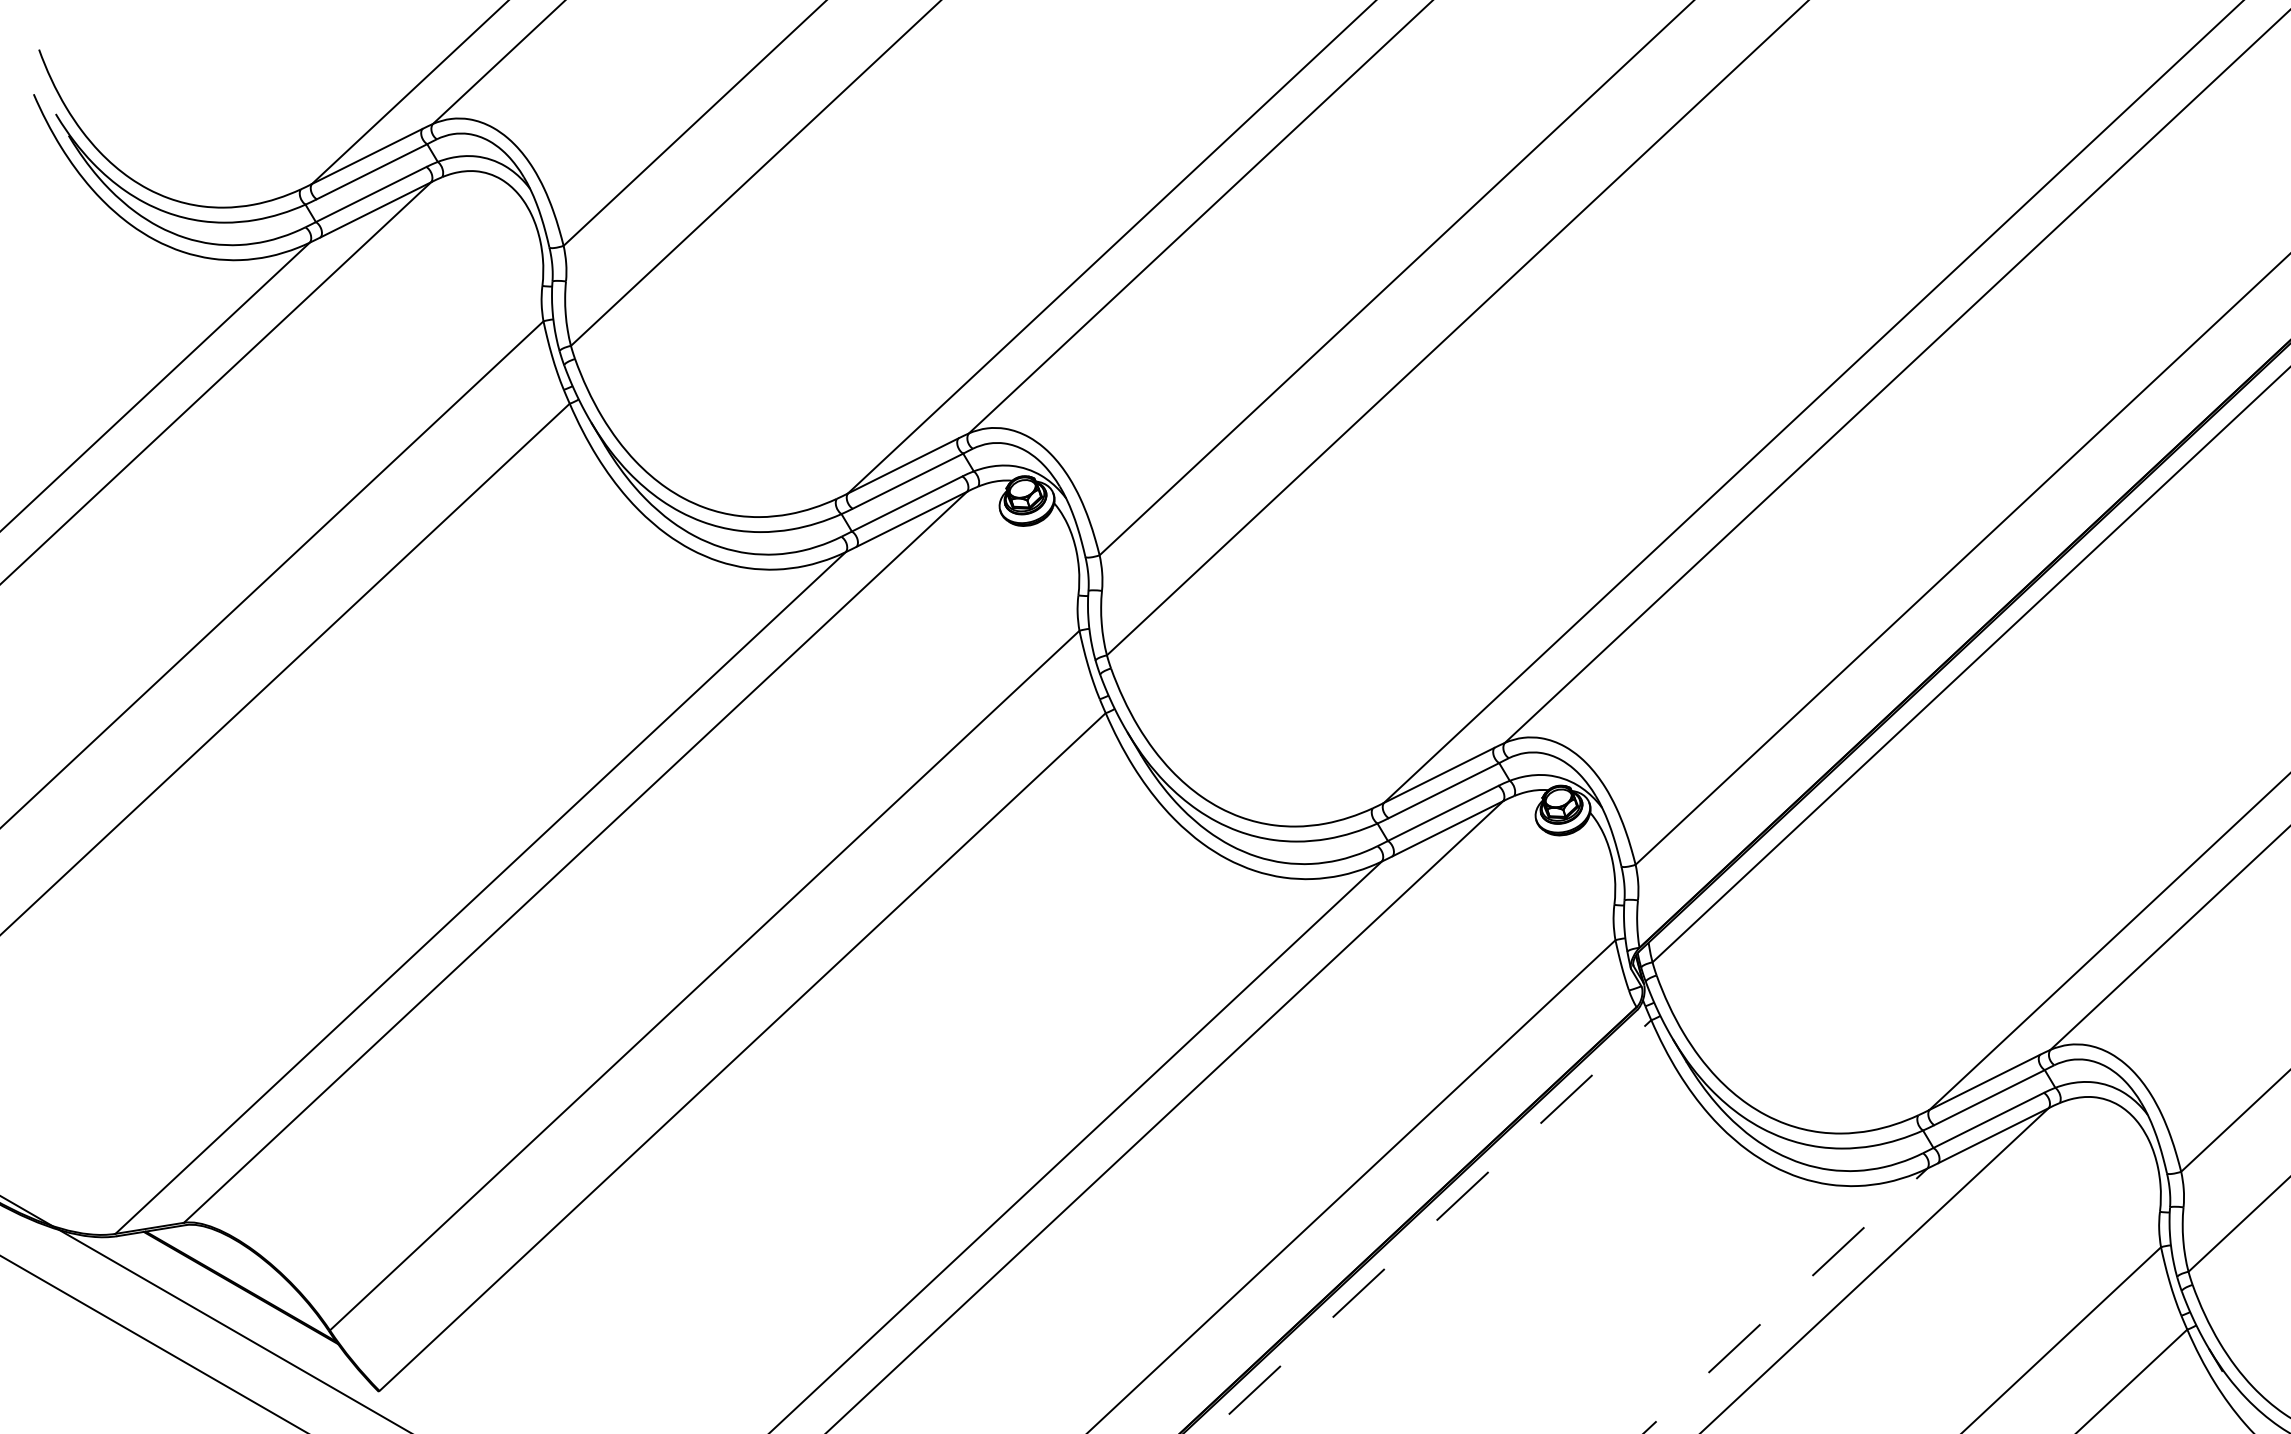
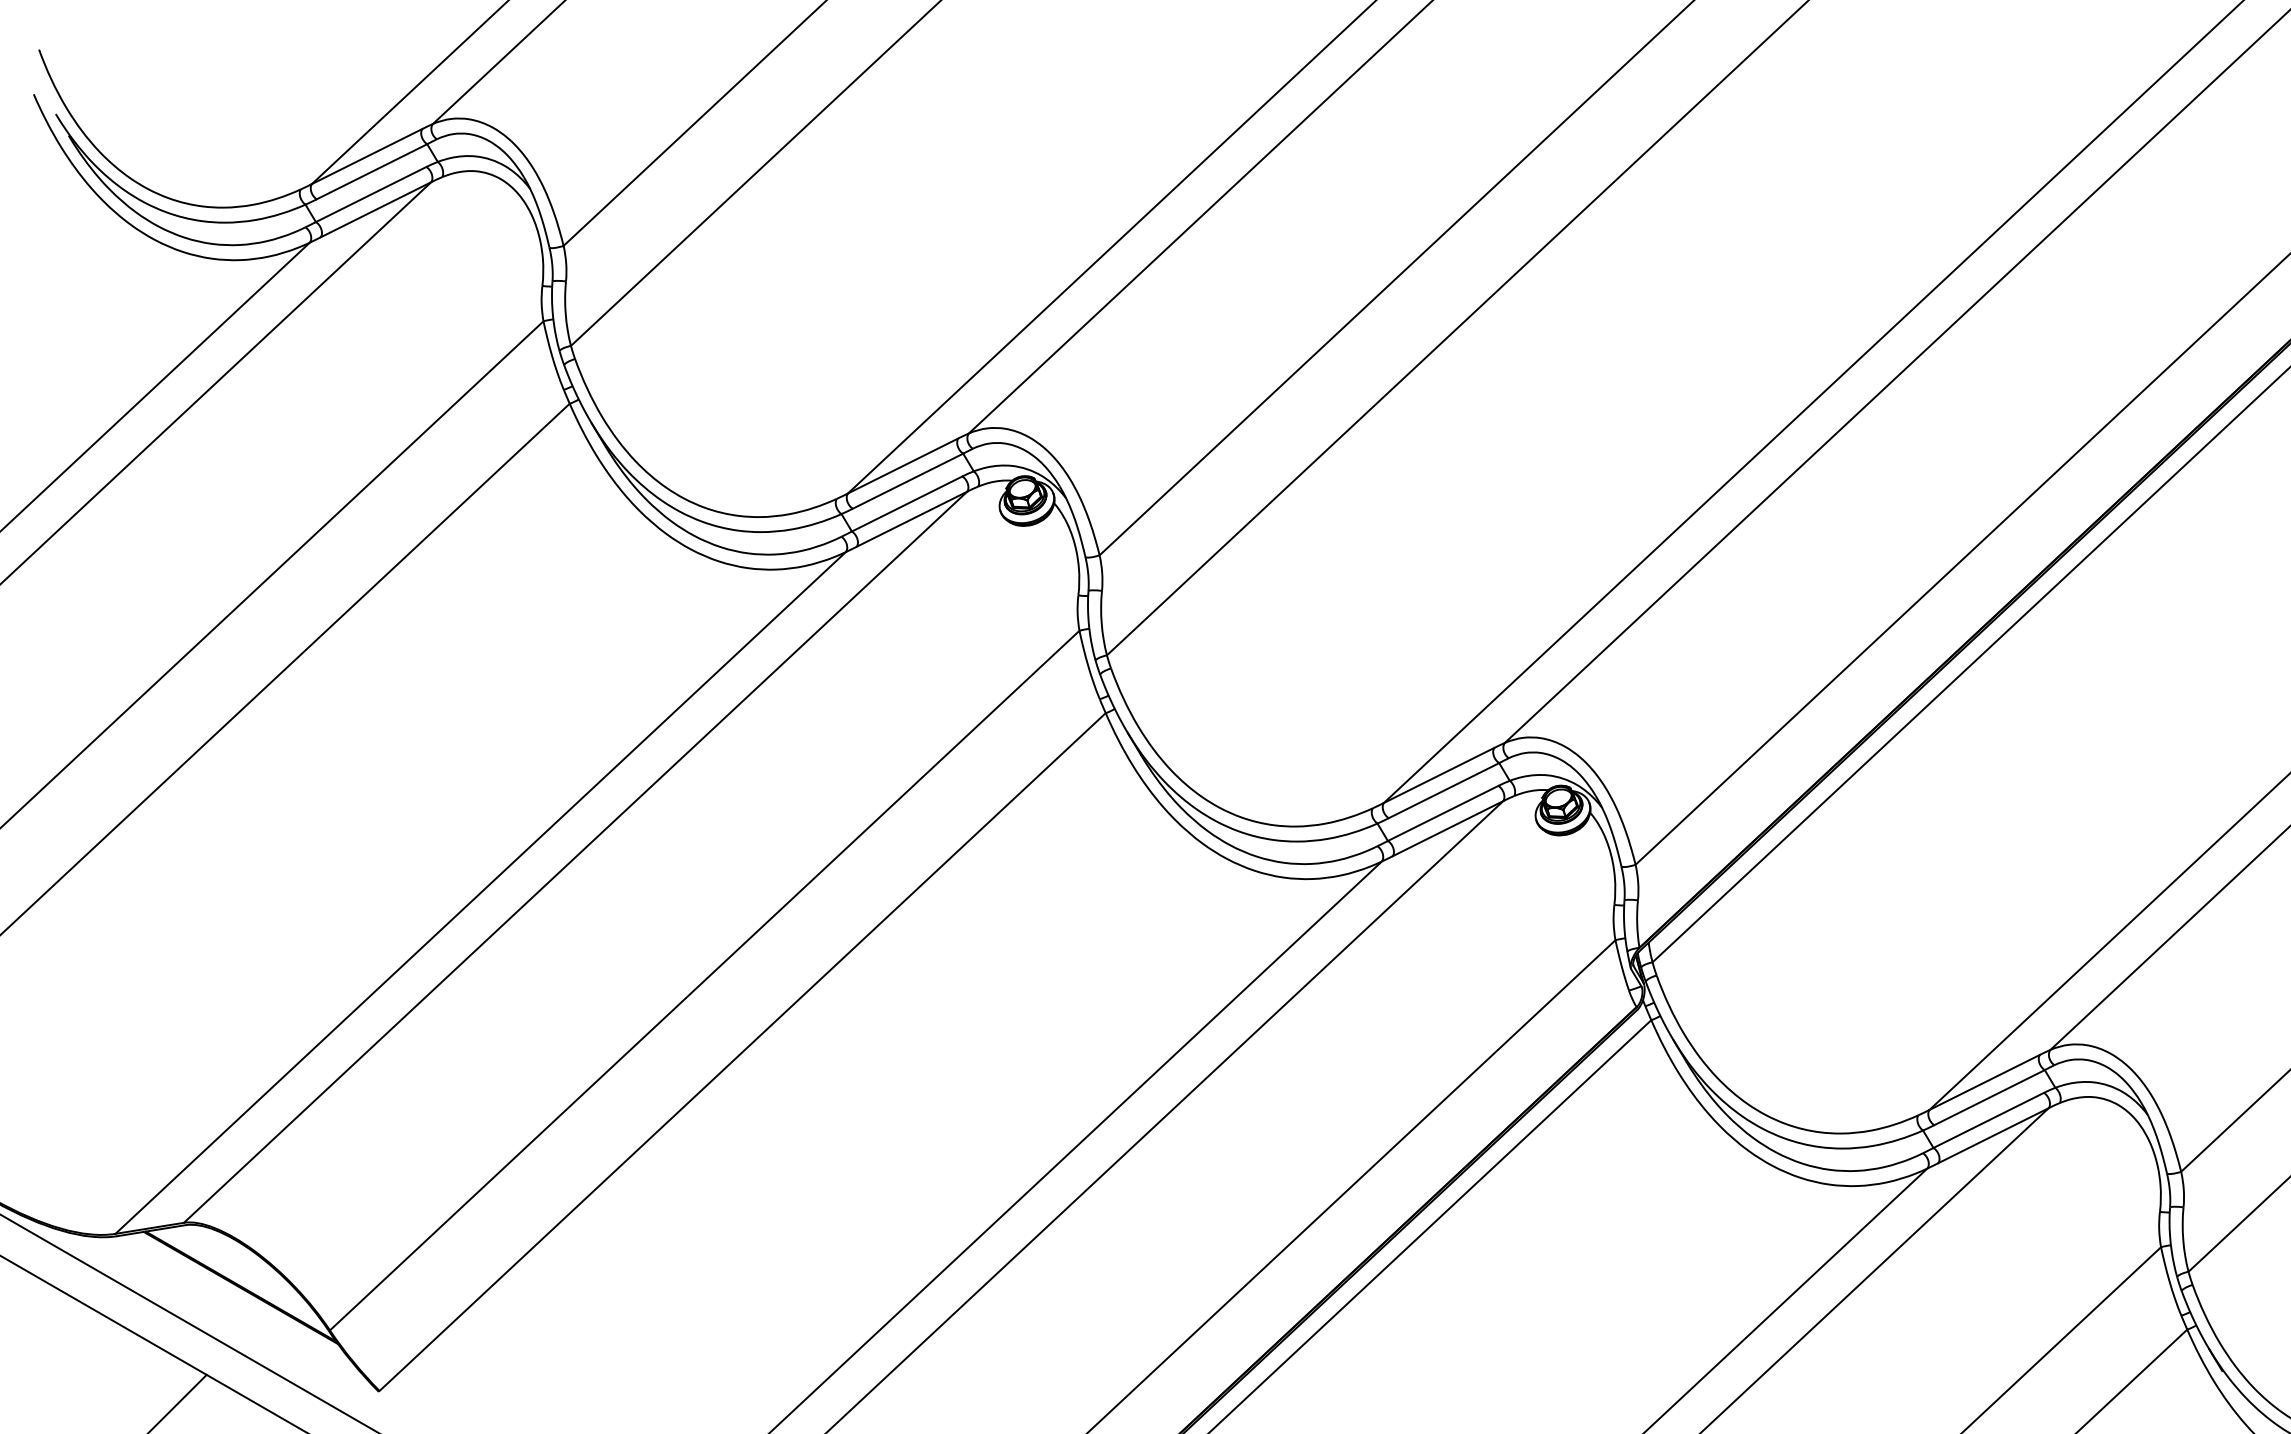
line at (1429, 1226): dashed -> solid
line at (1785, 1300): dashed -> solid
line at (204, 1313) position: (204, 1313) -> (188, 1322)
line at (178, 1402): none -> present
